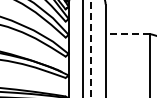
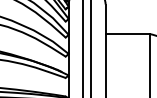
line at (127, 34): dashed -> solid
line at (90, 48): dashed -> solid
